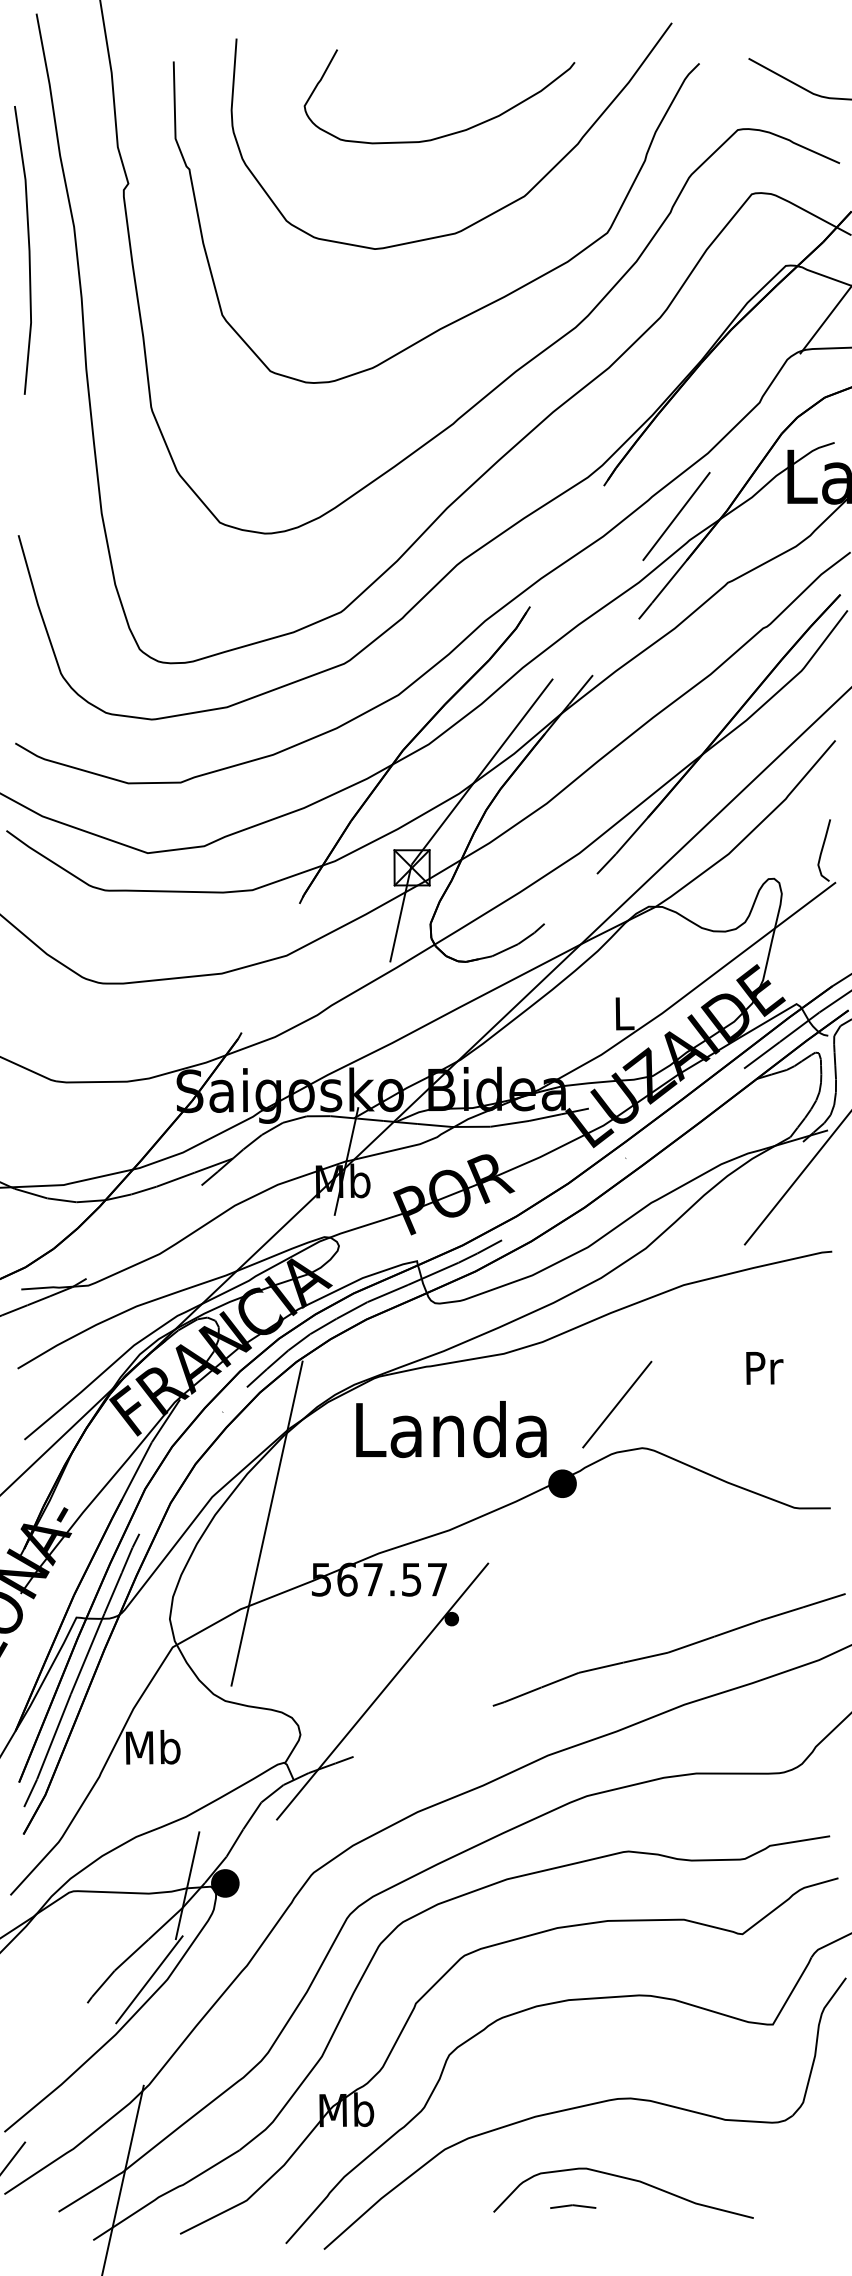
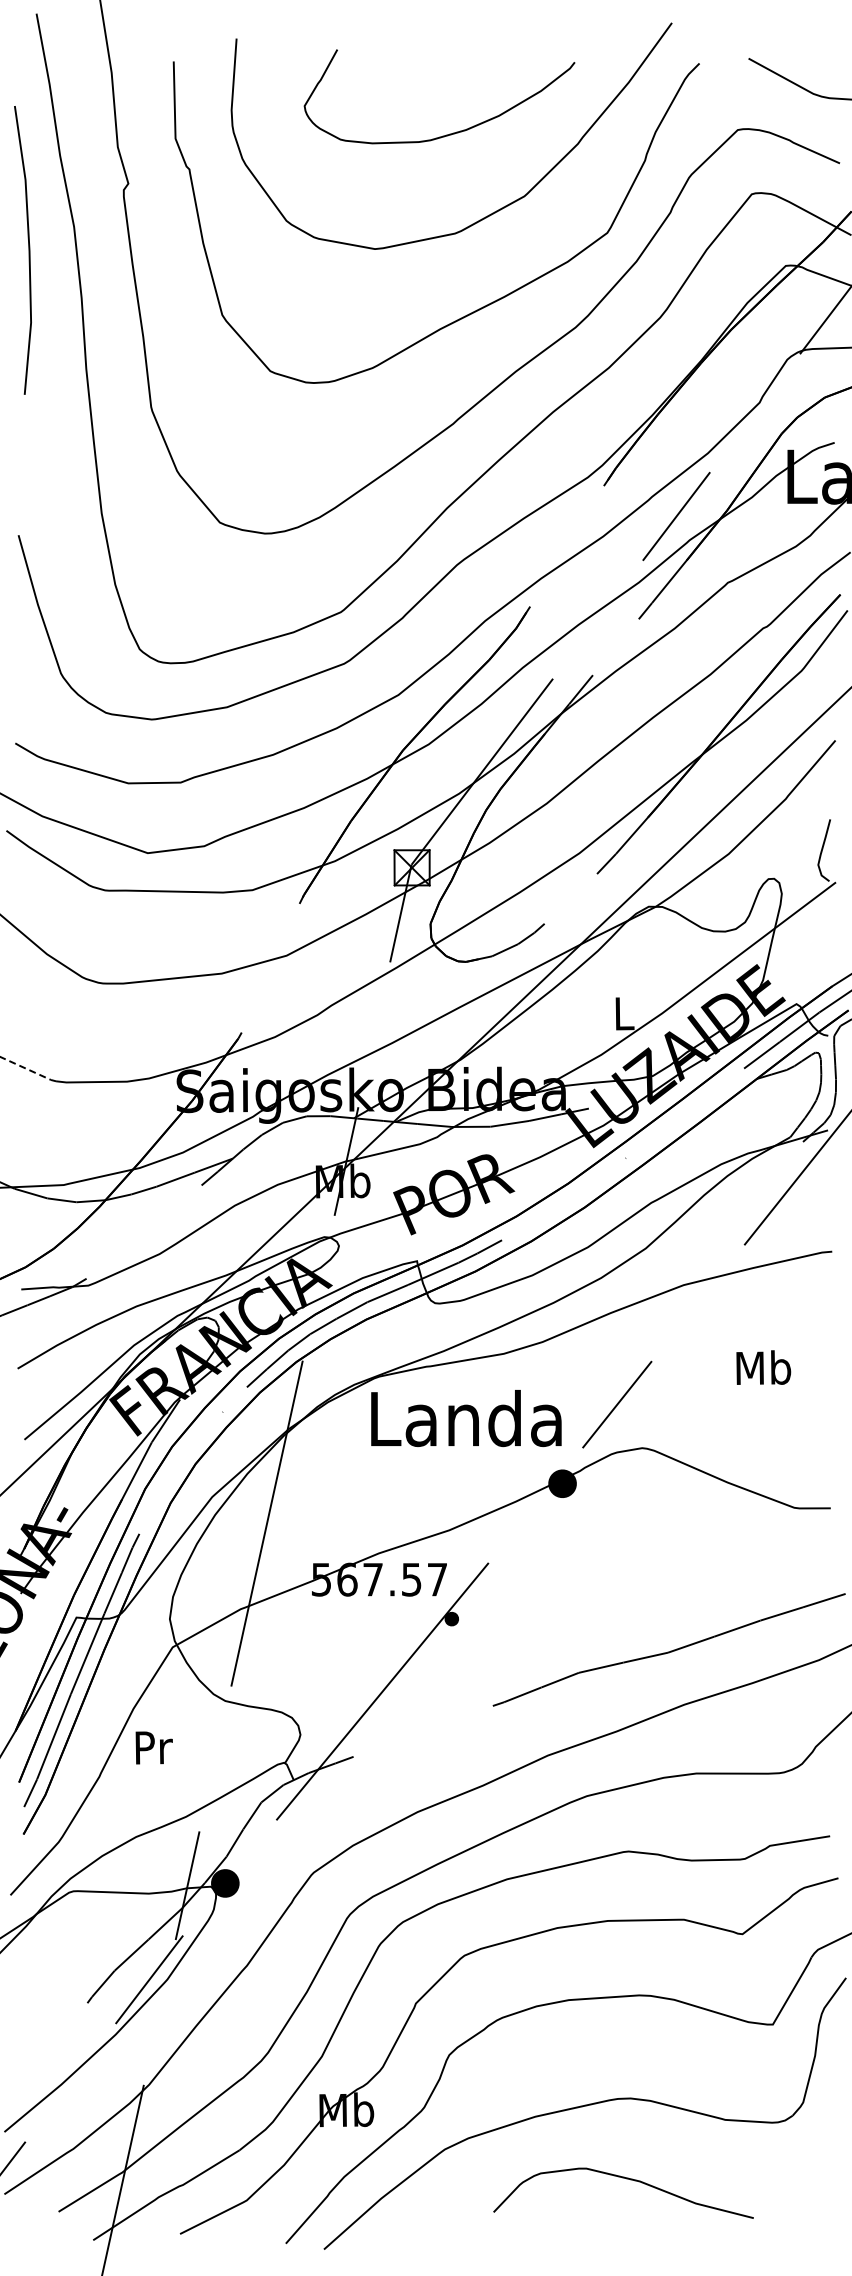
line at (28, 1069): solid -> dashed
text at (763, 1367): Pr -> Mb
text at (451, 1429) position: (451, 1429) -> (466, 1418)
text at (152, 1746): Mb -> Pr
line at (573, 2206): present -> none
